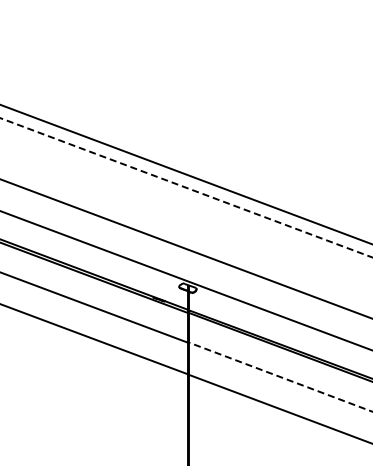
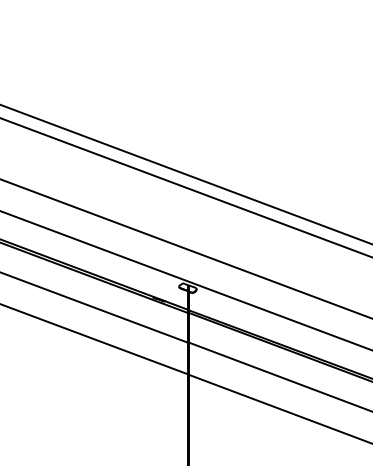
line at (185, 187): dashed -> solid
line at (281, 377): dashed -> solid
